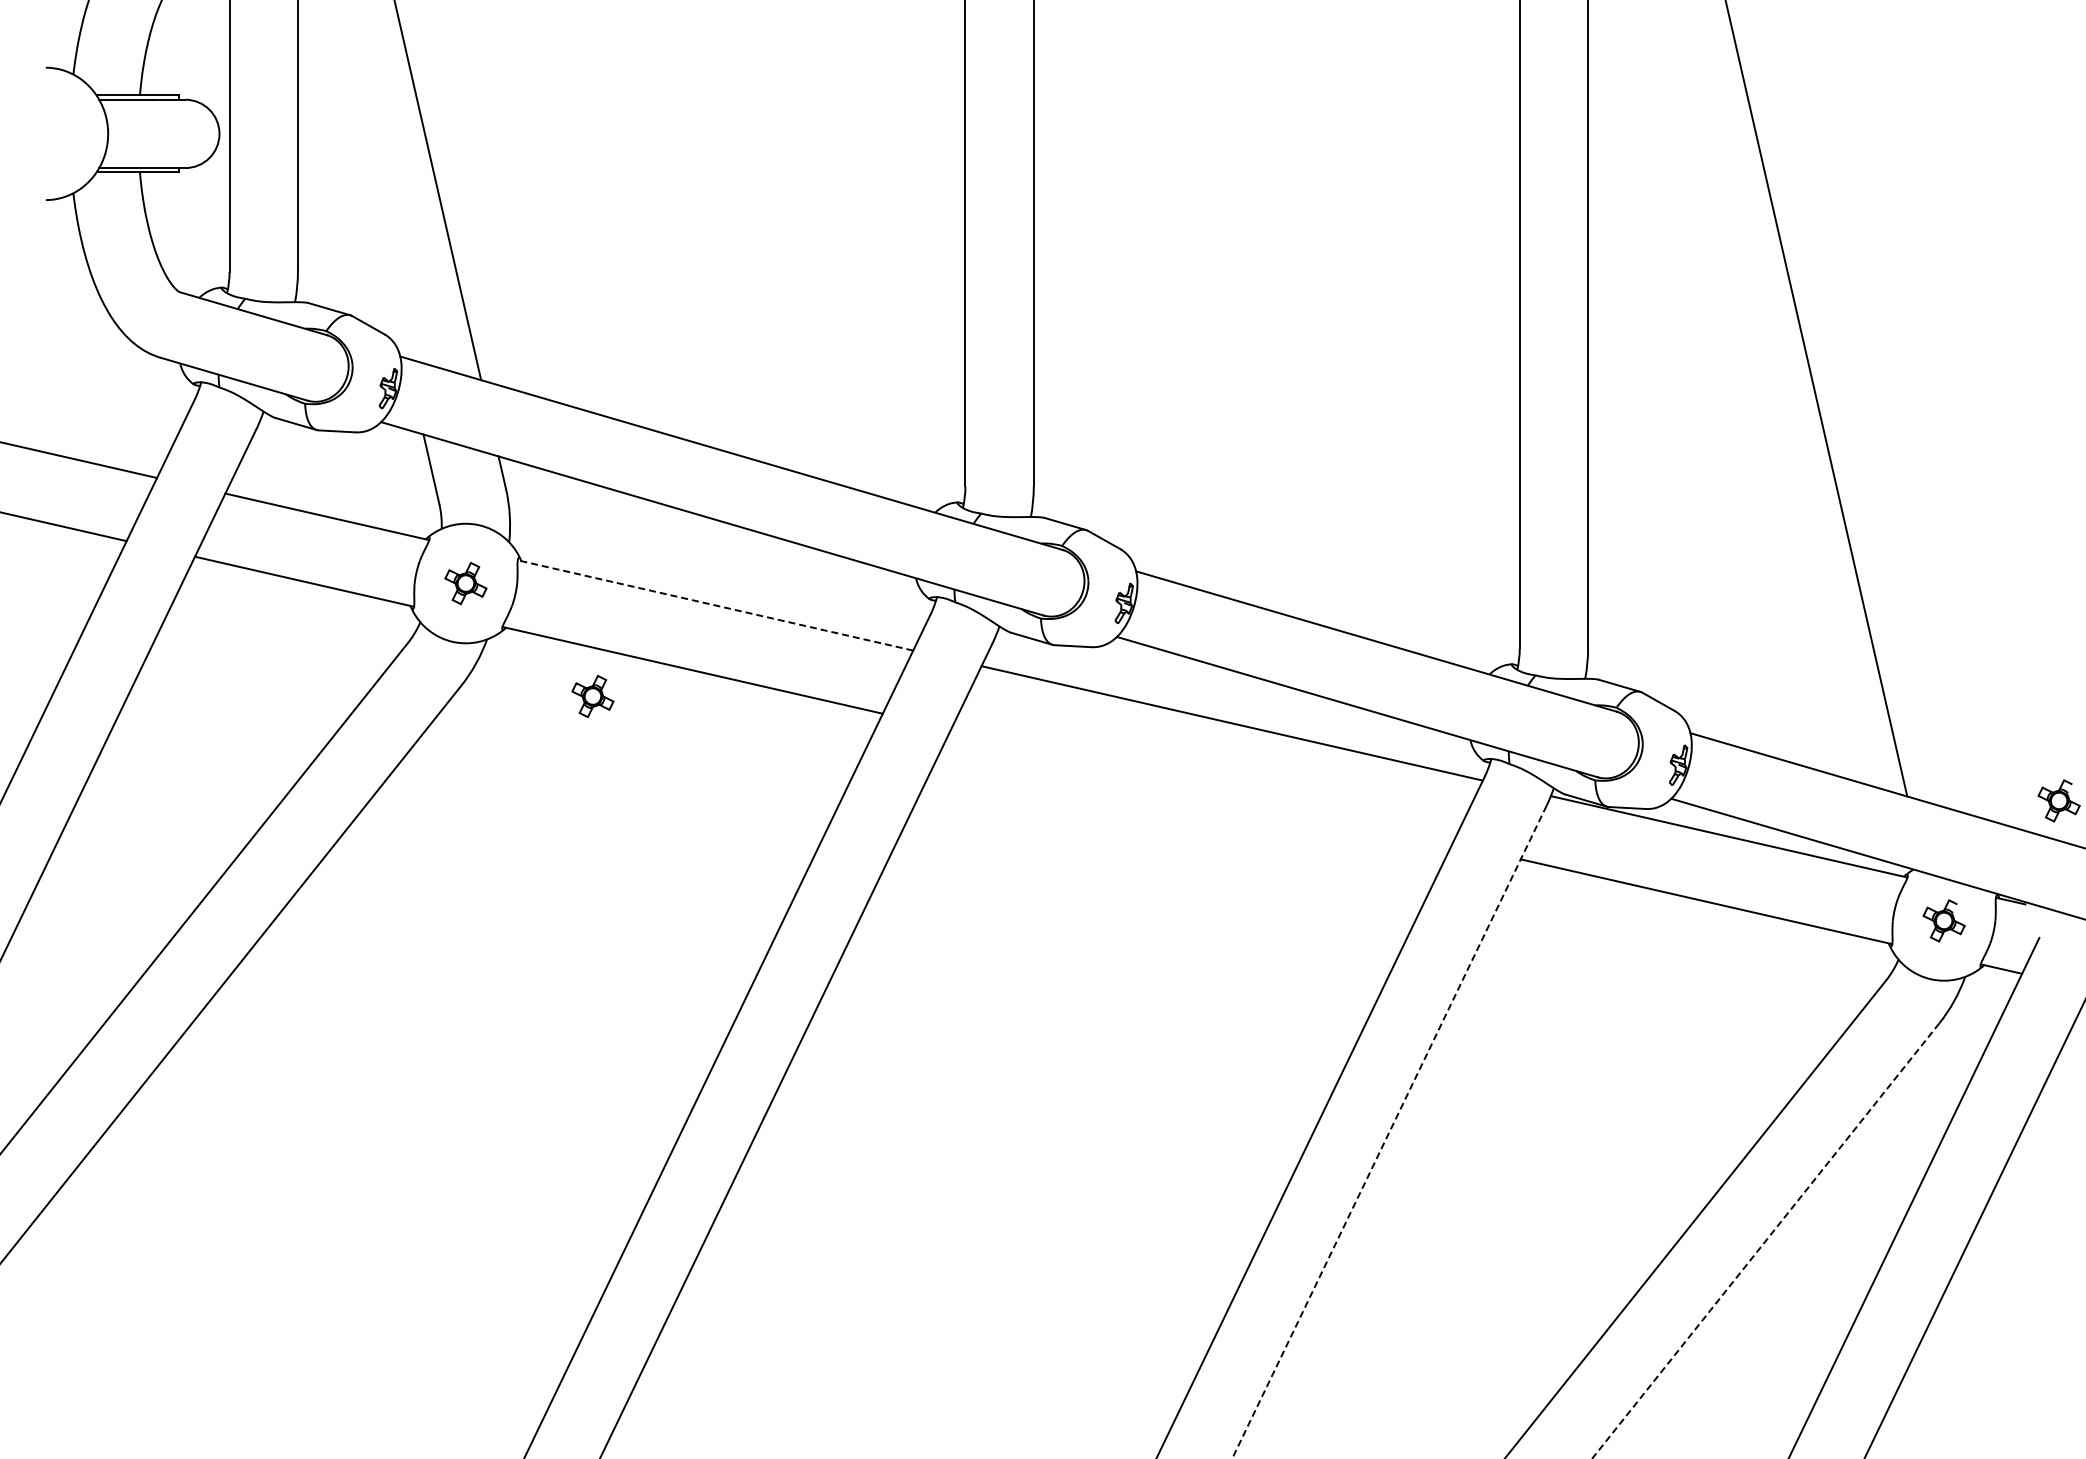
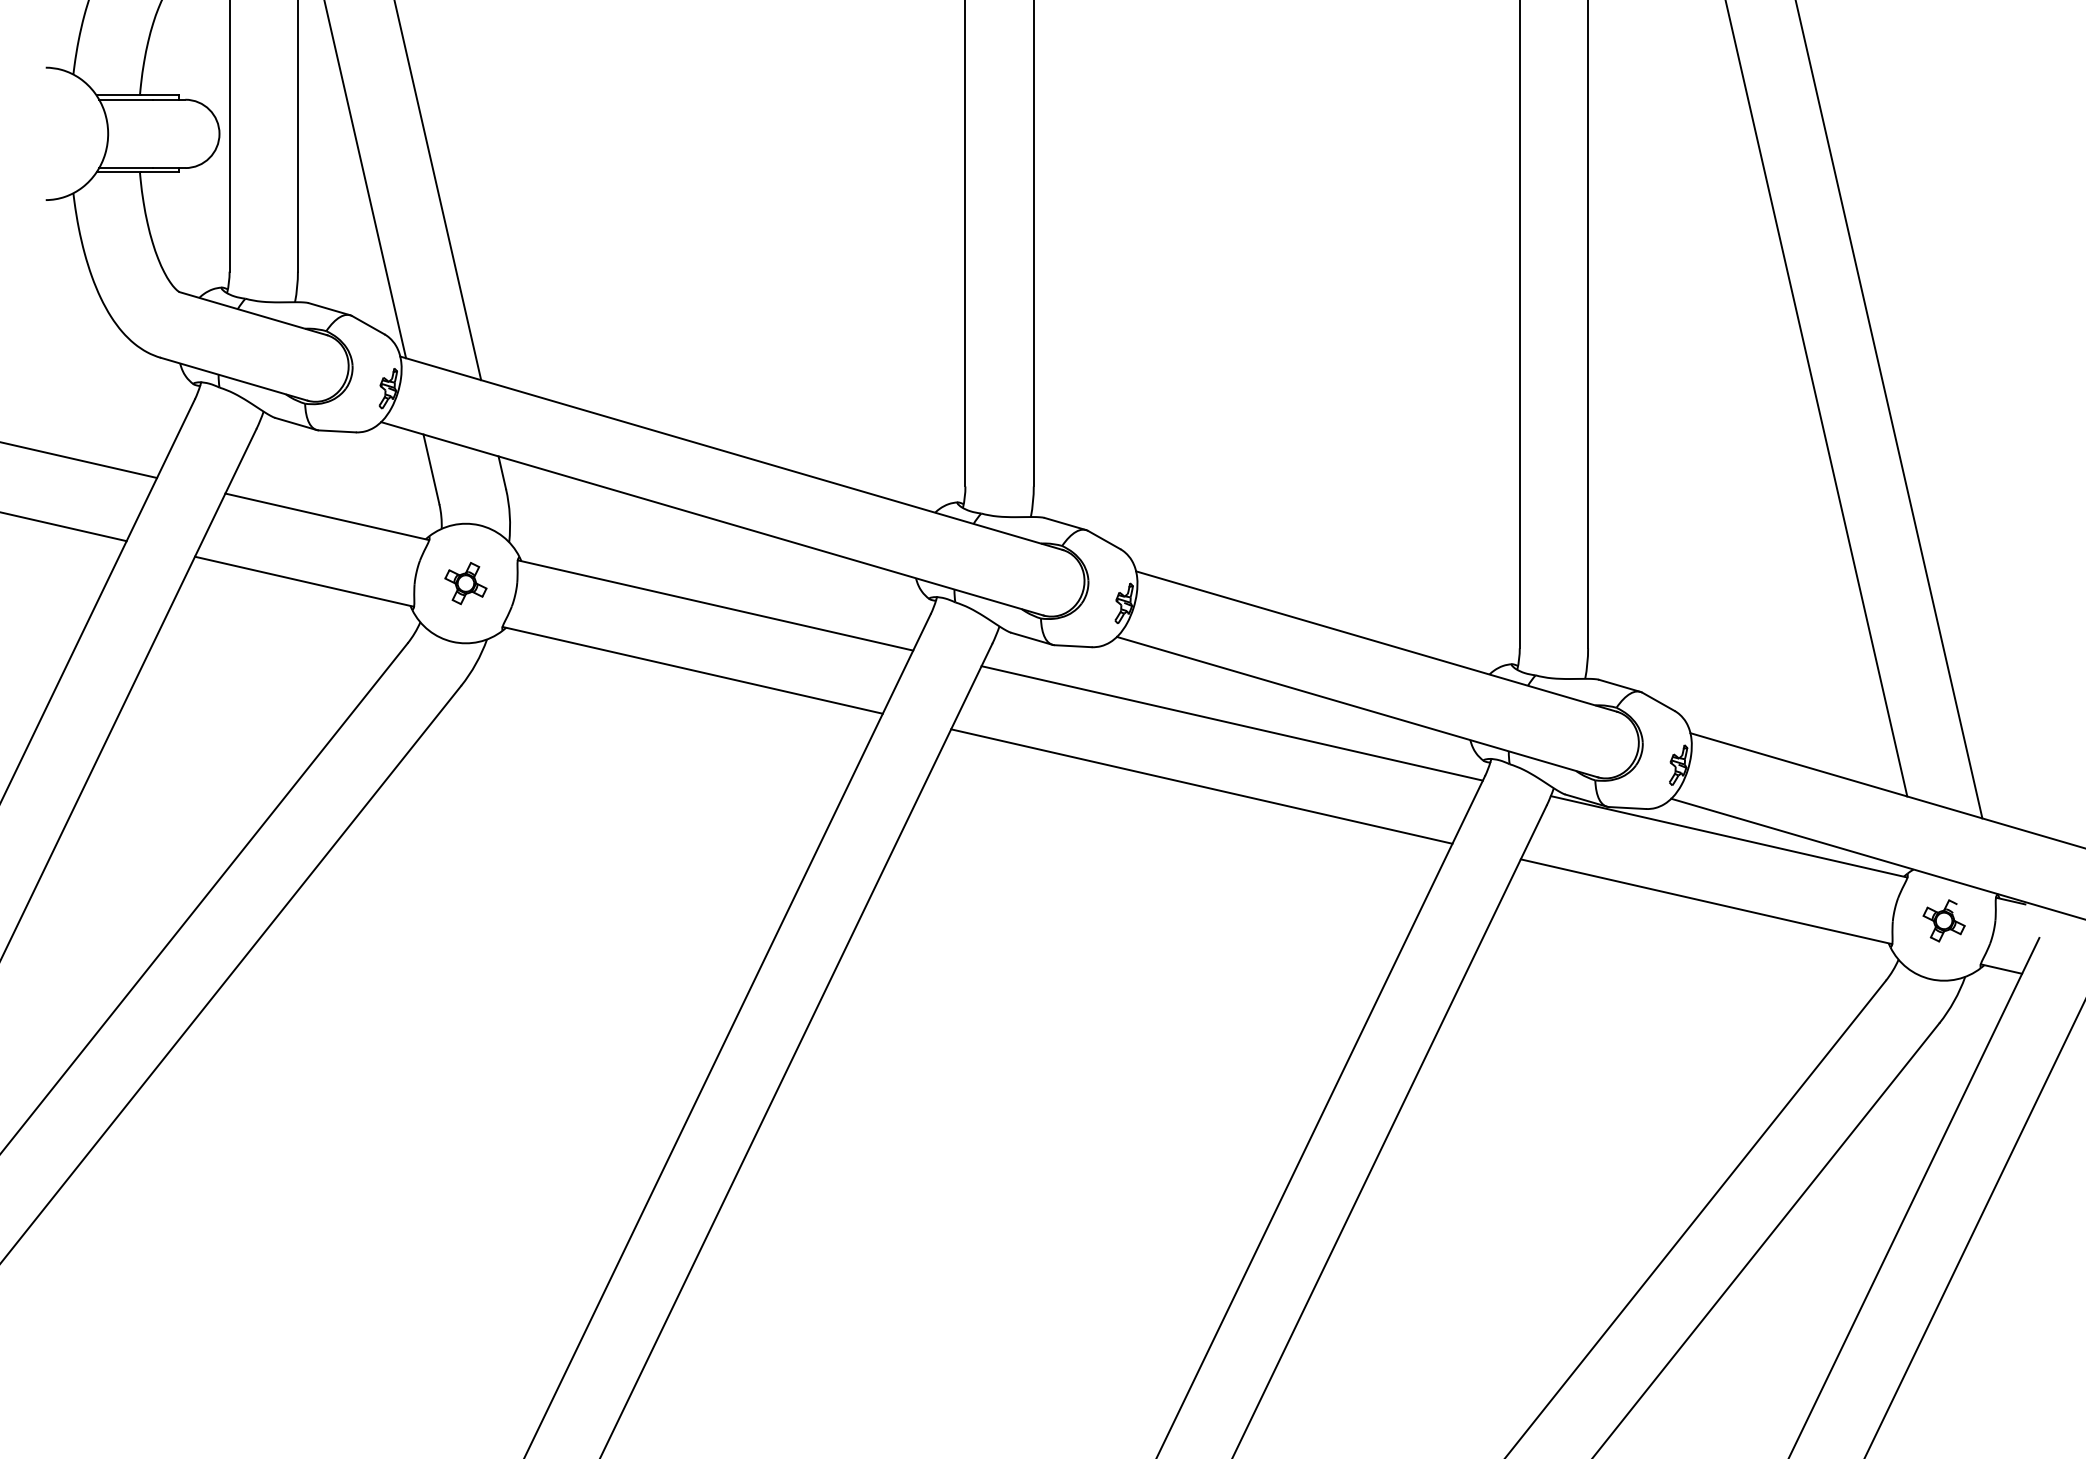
line at (365, 180): none -> present
line at (1889, 410): none -> present
line at (715, 605): dashed -> solid
part at (592, 696): present -> none
line at (1201, 786): none -> present
part at (2058, 800): present -> none
line at (1389, 1132): dashed -> solid
line at (1765, 1241): dashed -> solid
